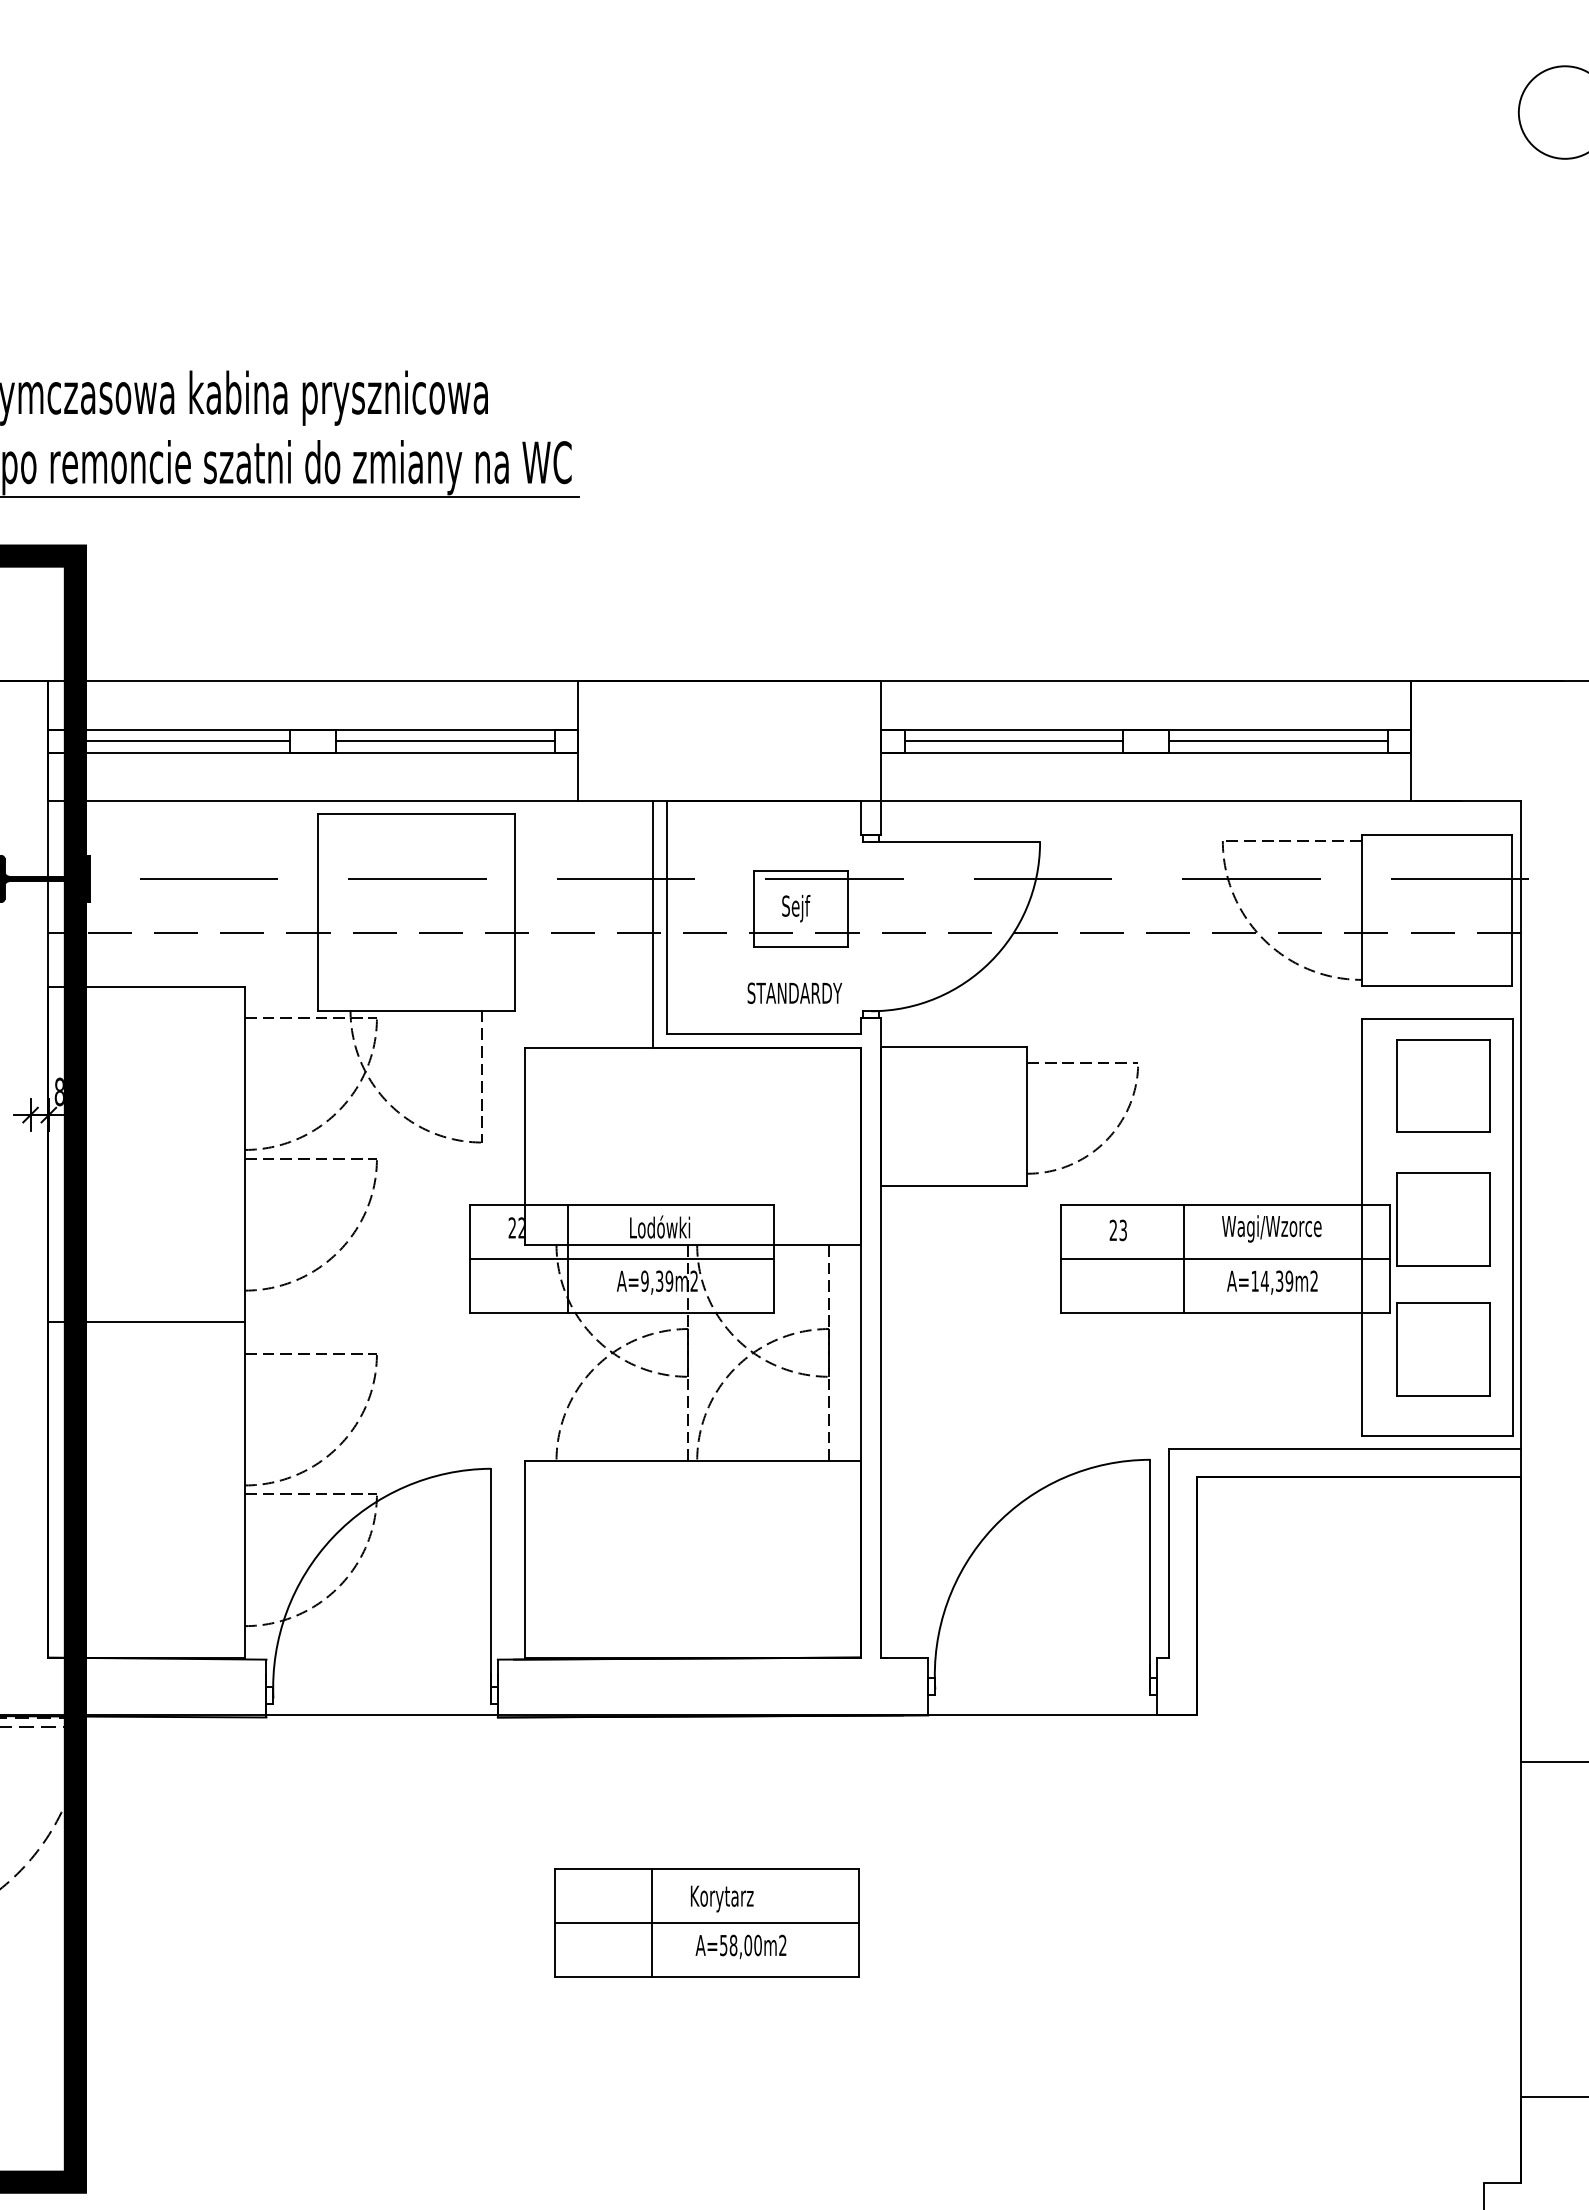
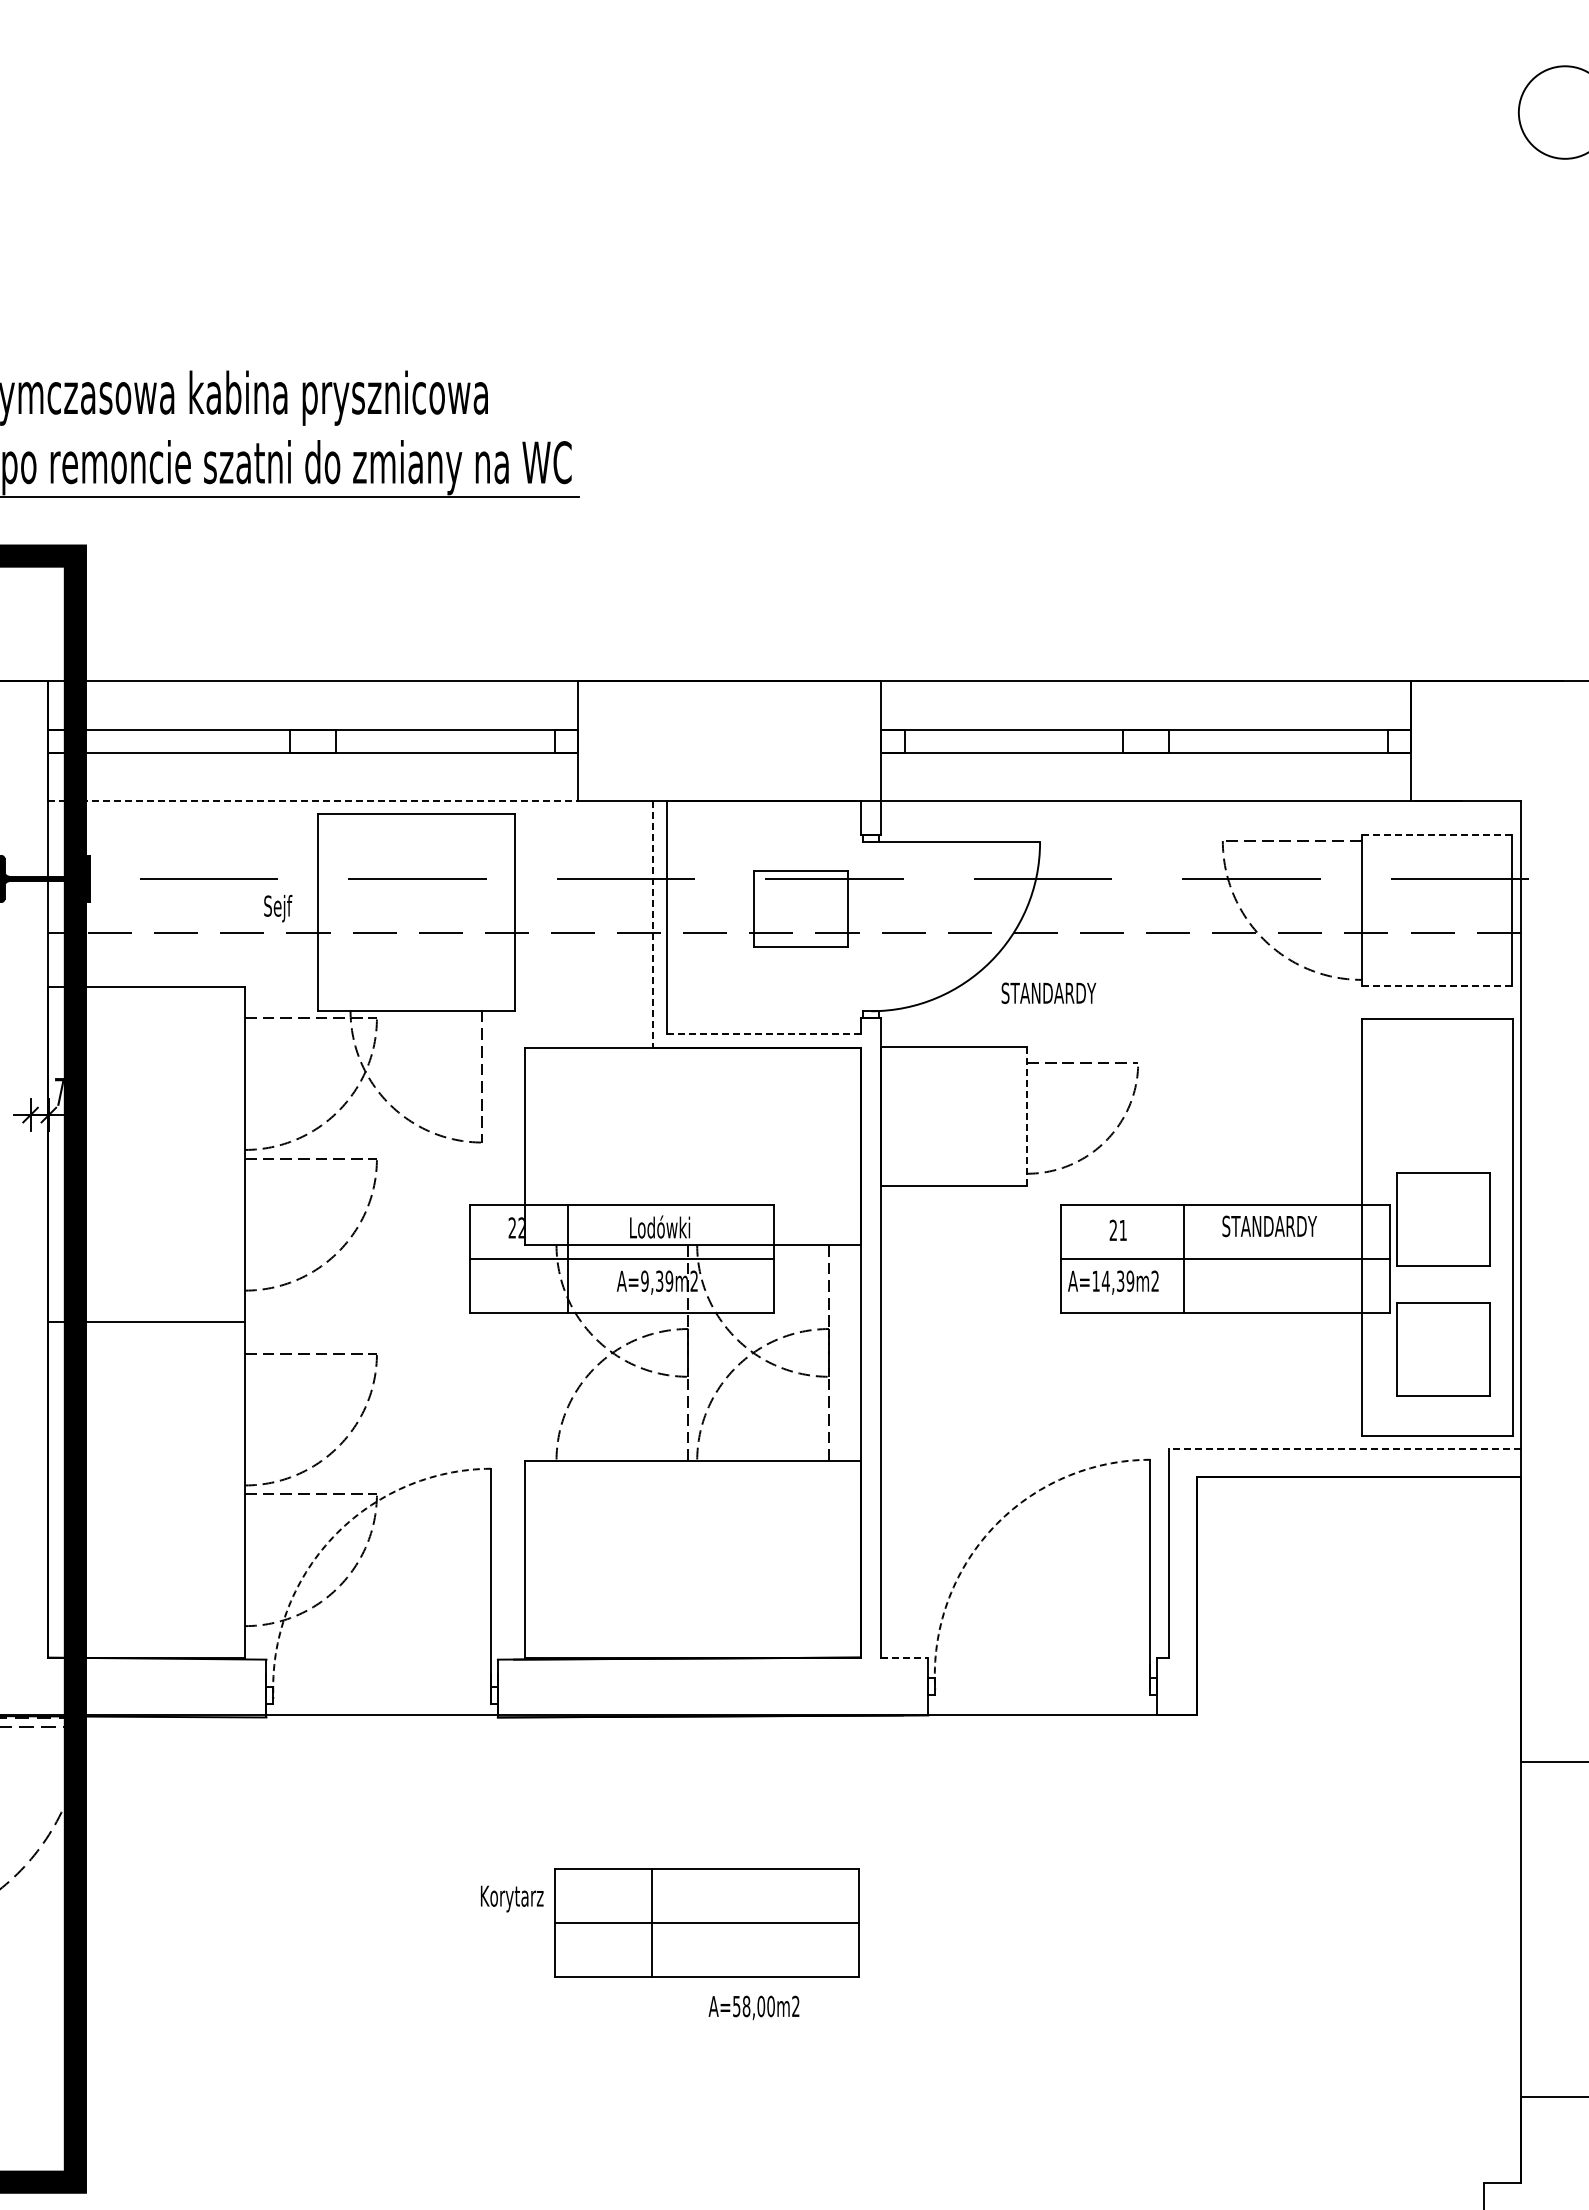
line at (180, 741): present -> none
line at (445, 741): present -> none
line at (1013, 741): present -> none
line at (1278, 741): present -> none
line at (313, 801): solid -> dashed
line at (1437, 835): solid -> dashed
text at (796, 908) position: (796, 908) -> (278, 908)
line at (652, 925): solid -> dashed
line at (1436, 985): solid -> dashed
text at (794, 992) position: (794, 992) -> (1048, 992)
line at (764, 1034): solid -> dashed
part at (1443, 1085): present -> none
text at (58, 1091): 8 -> 7
line at (1027, 1117): solid -> dashed
text at (1271, 1228): Wagi/Wzorce -> STANDARDY
text at (1122, 1230): 23 -> 21
text at (1272, 1282) position: (1272, 1282) -> (1113, 1282)
line at (1344, 1449): solid -> dashed
arc at (993, 1527): solid -> dashed
arc at (333, 1537): solid -> dashed
line at (905, 1657): solid -> dashed
text at (722, 1898) position: (722, 1898) -> (512, 1898)
text at (740, 1946) position: (740, 1946) -> (753, 2007)
